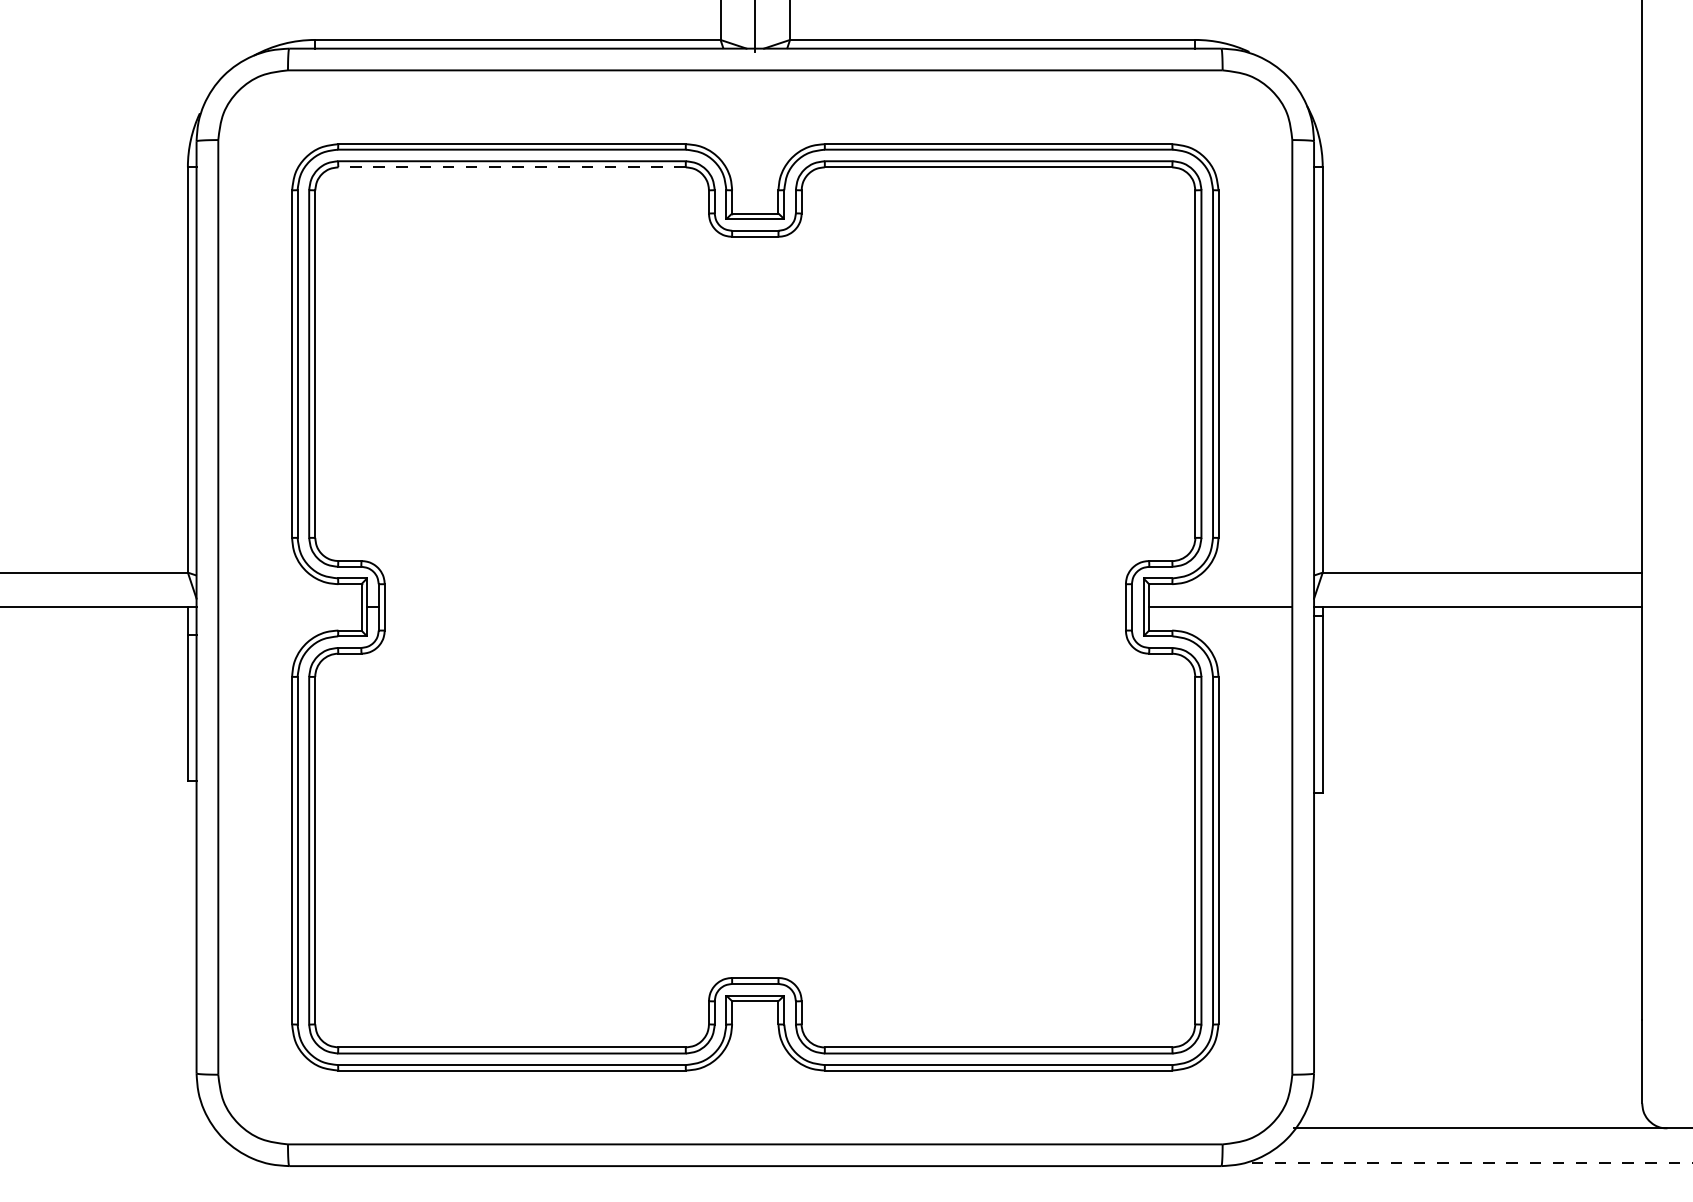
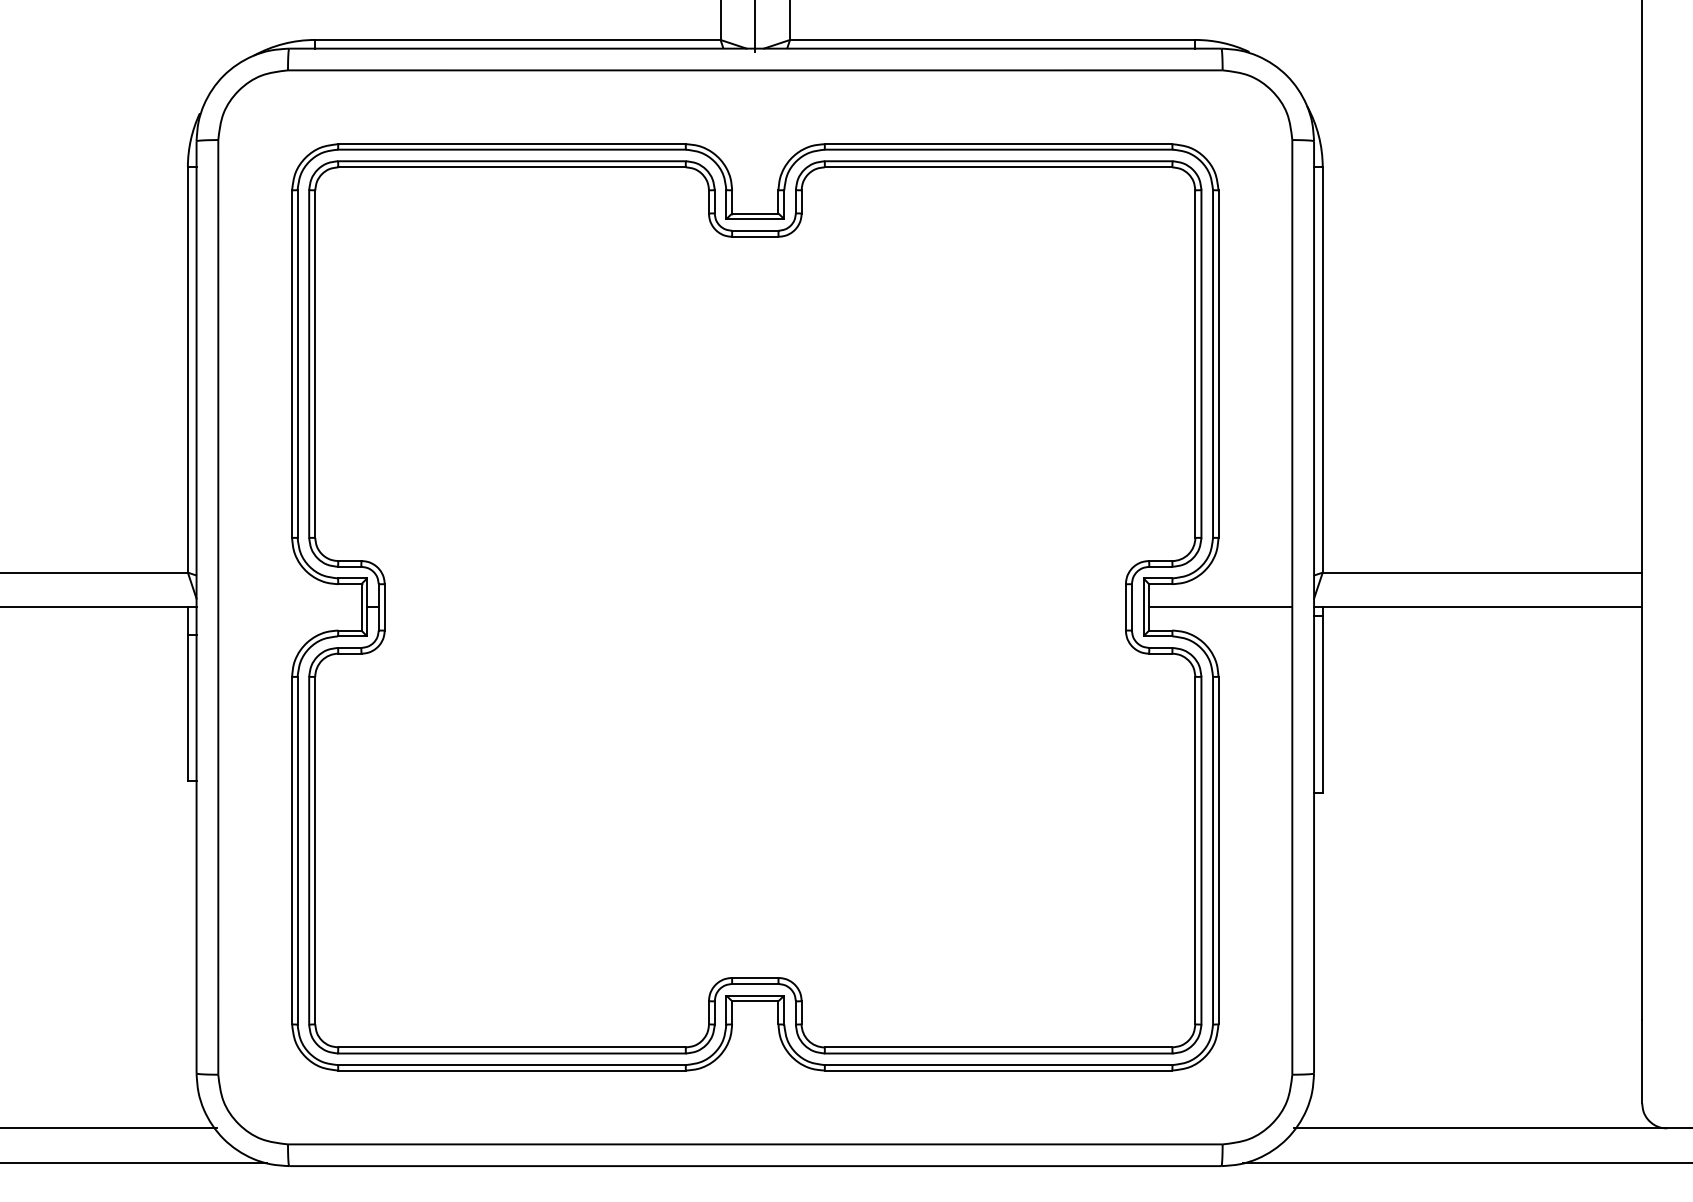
line at (512, 167): dashed -> solid
line at (109, 1128): none -> present
line at (134, 1163): none -> present
line at (1467, 1163): dashed -> solid
